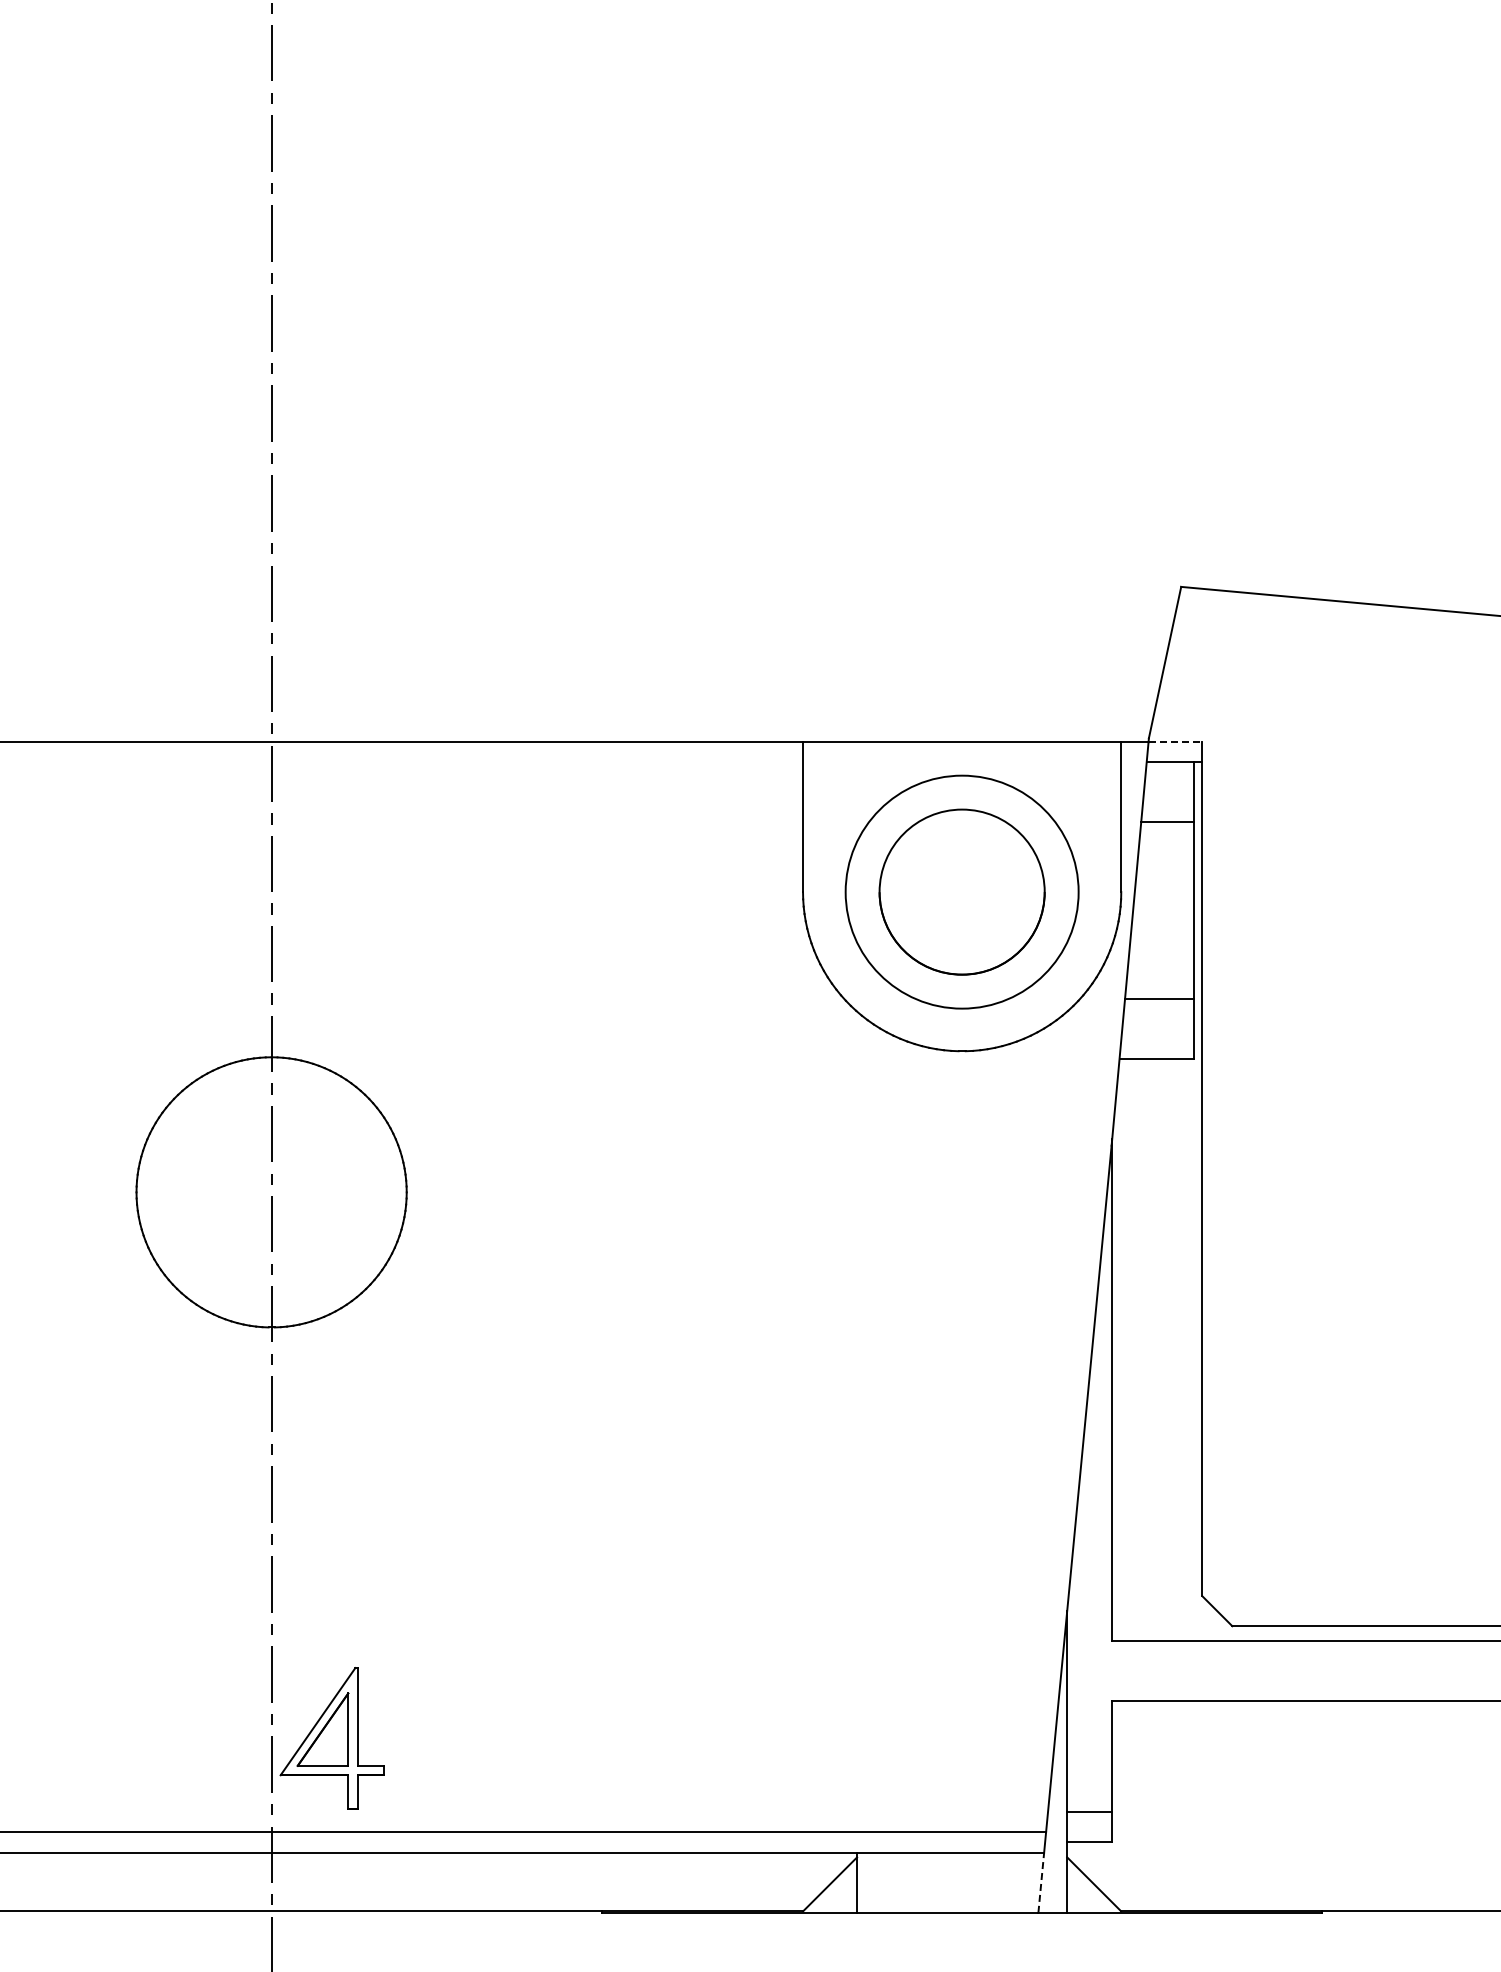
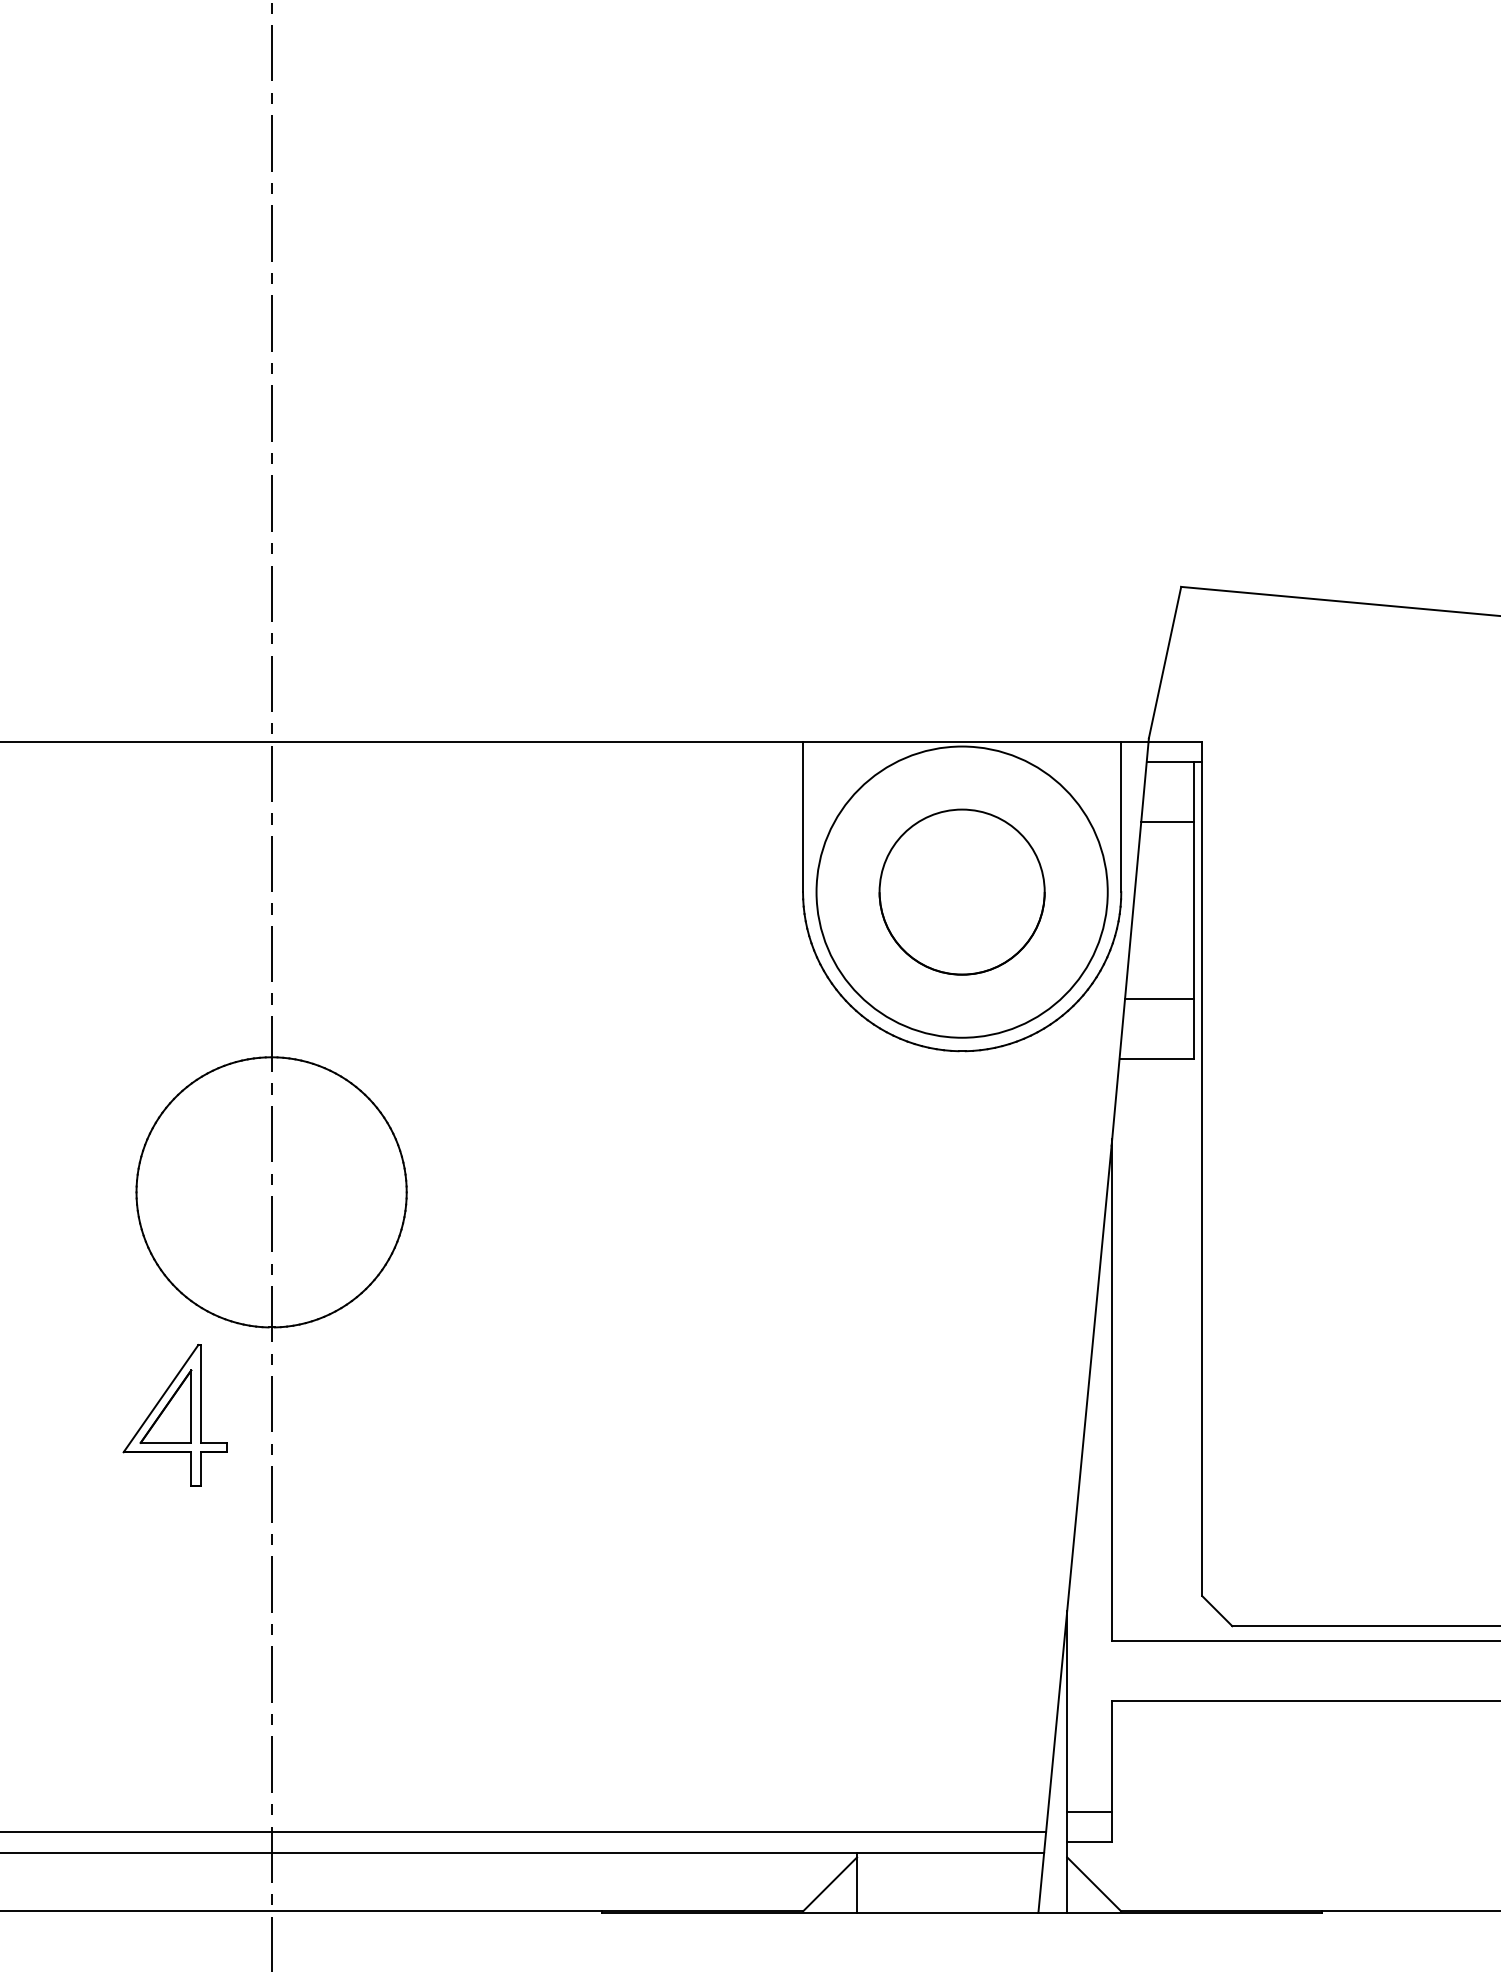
line at (1175, 742): dashed -> solid
circle at (961, 891) diameter: 233 px -> 291 px
part at (331, 1738) position: (331, 1738) -> (174, 1415)
line at (1041, 1882): dashed -> solid
